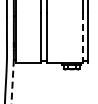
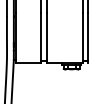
line at (82, 38): dashed -> solid
line at (12, 81): dashed -> solid
